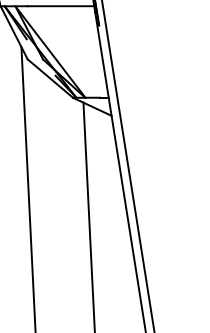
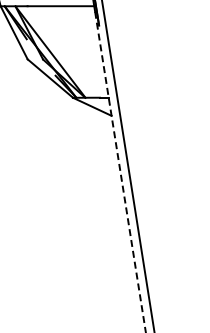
line at (120, 172): solid -> dashed
line at (28, 188): present -> none
line at (88, 215): present -> none
